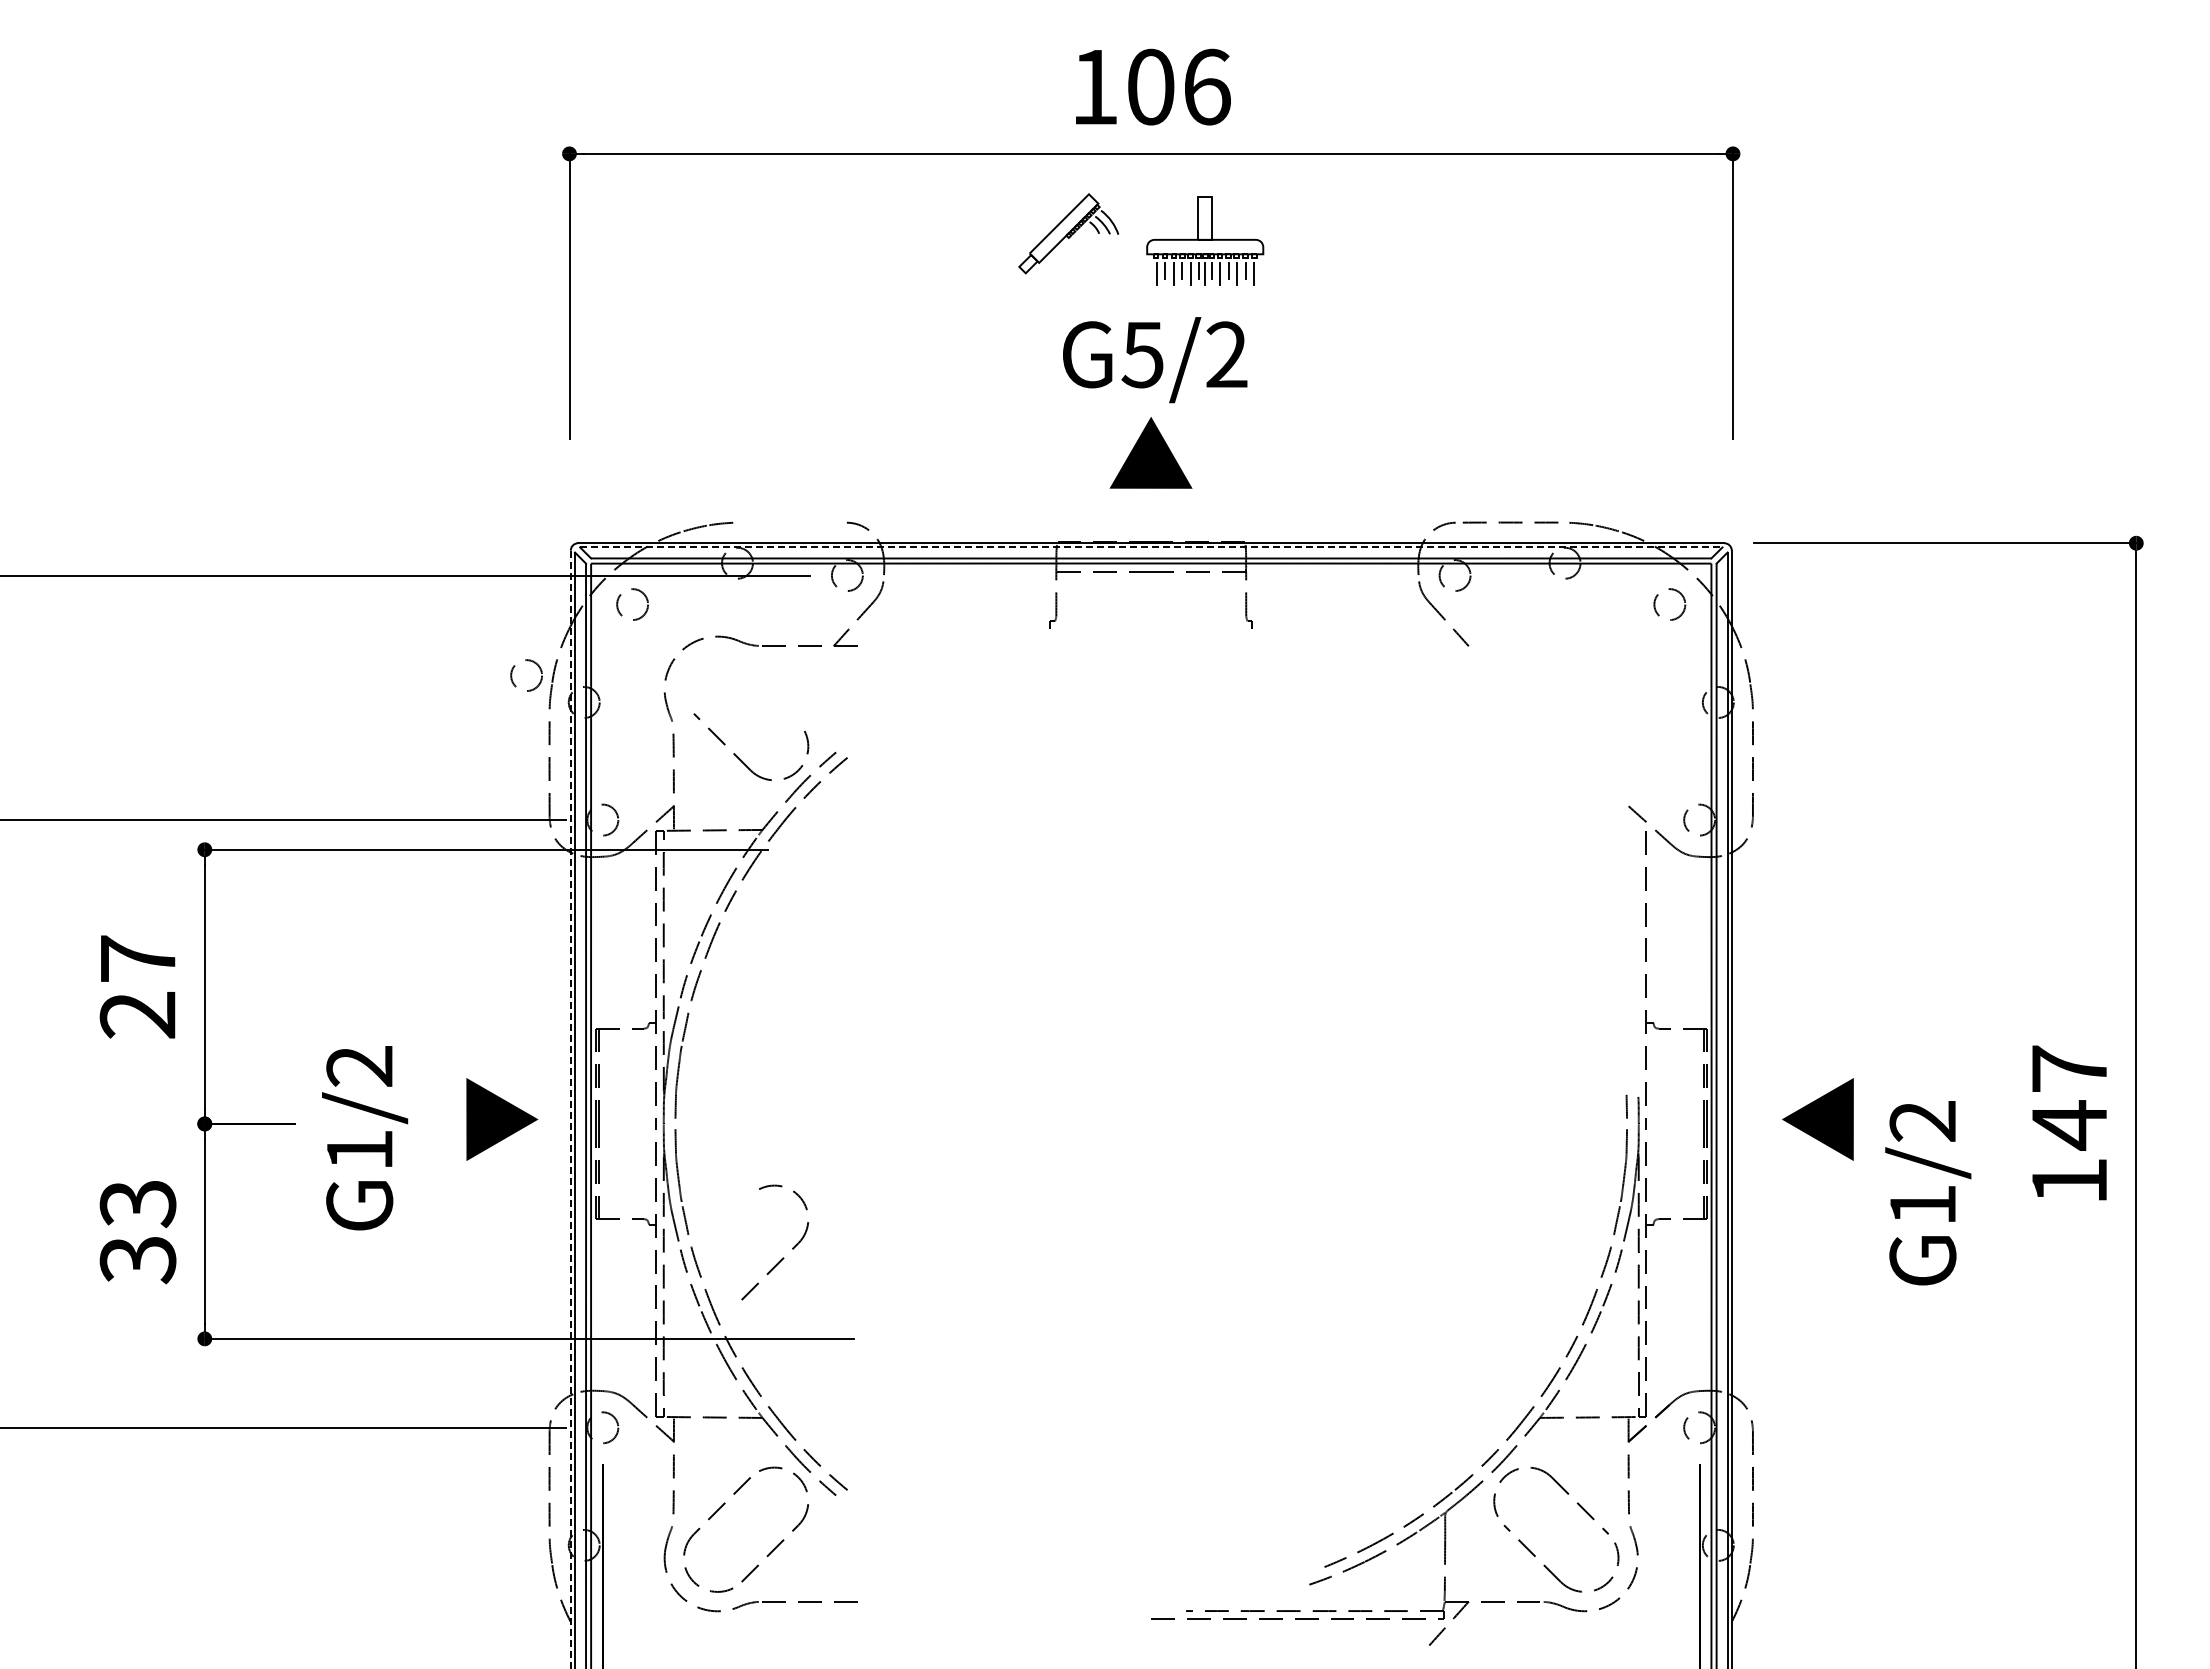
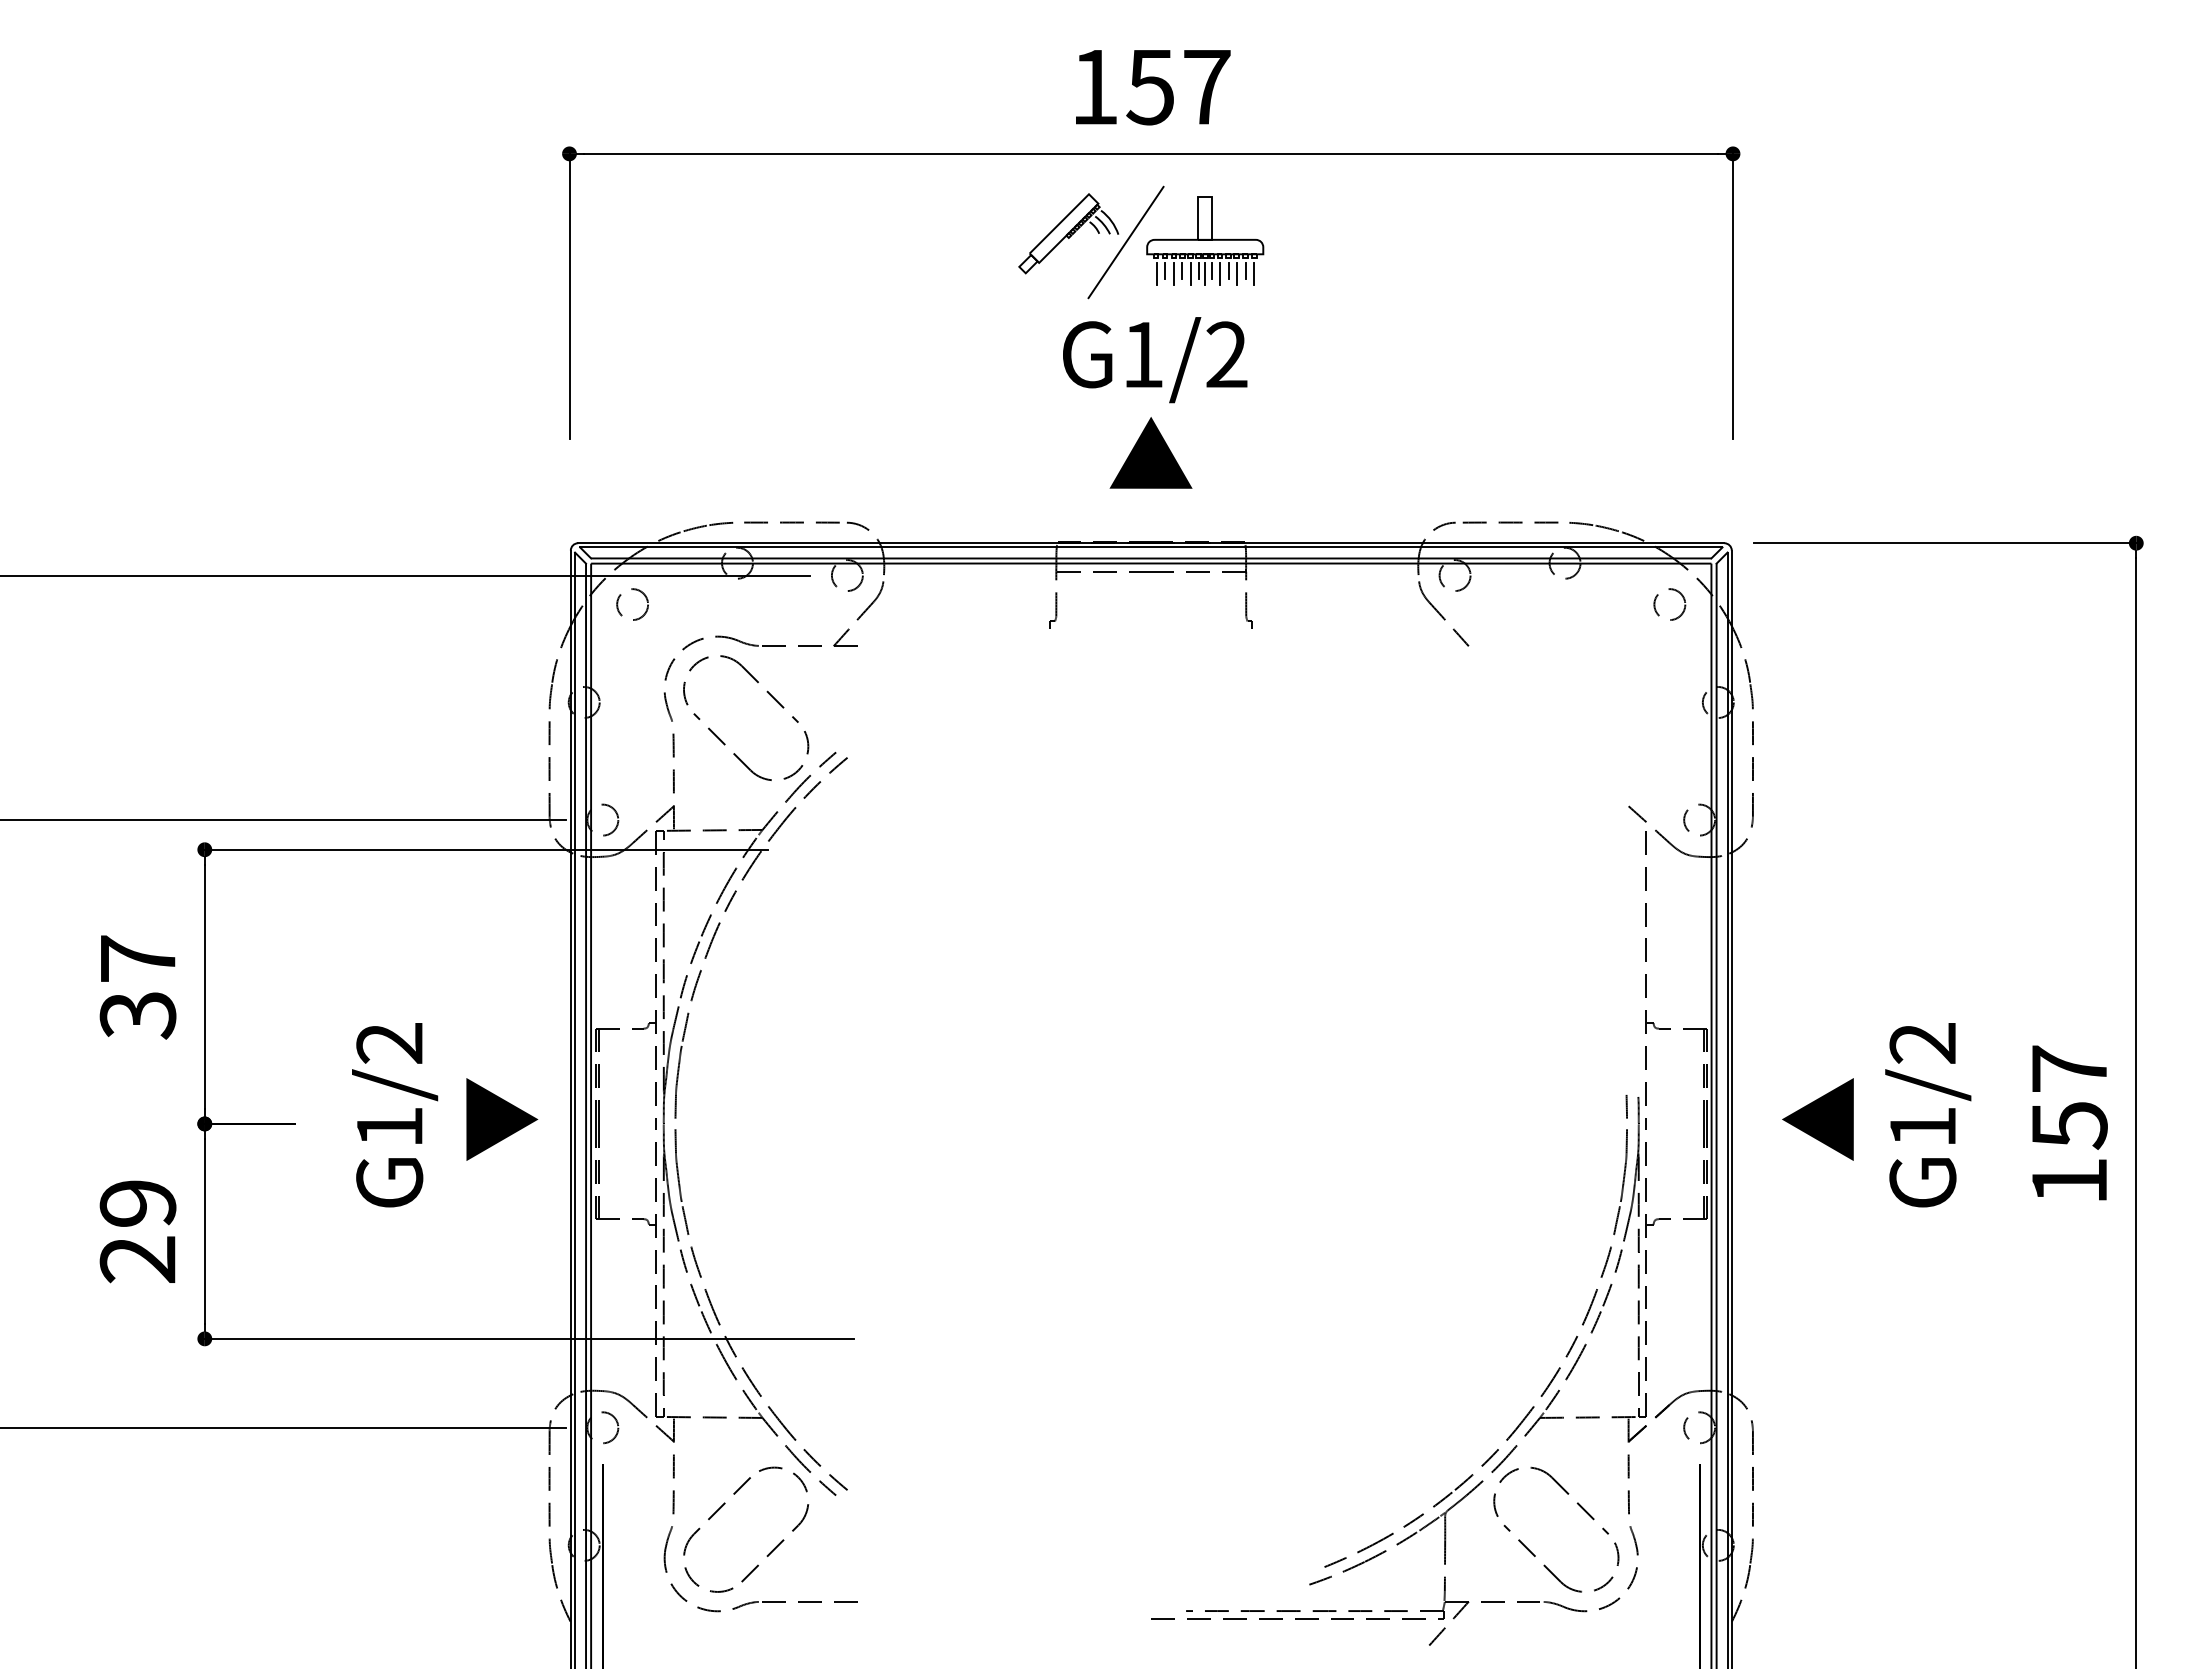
text at (1178, 86): 106 -> 157
line at (1125, 242): none -> present
text at (1142, 355): G5/2 -> G1/2
line at (791, 522): none -> present
line at (1151, 547): dashed -> solid
circle at (526, 675): present -> none
part at (751, 677): none -> present
text at (138, 1015): 27 -> 37
line at (570, 1110): dashed -> solid
text at (2069, 1125): 147 -> 157
text at (365, 1138) position: (365, 1138) -> (395, 1115)
text at (1928, 1193) position: (1928, 1193) -> (1928, 1115)
text at (137, 1232): 33 -> 29
part at (782, 1257): present -> none
